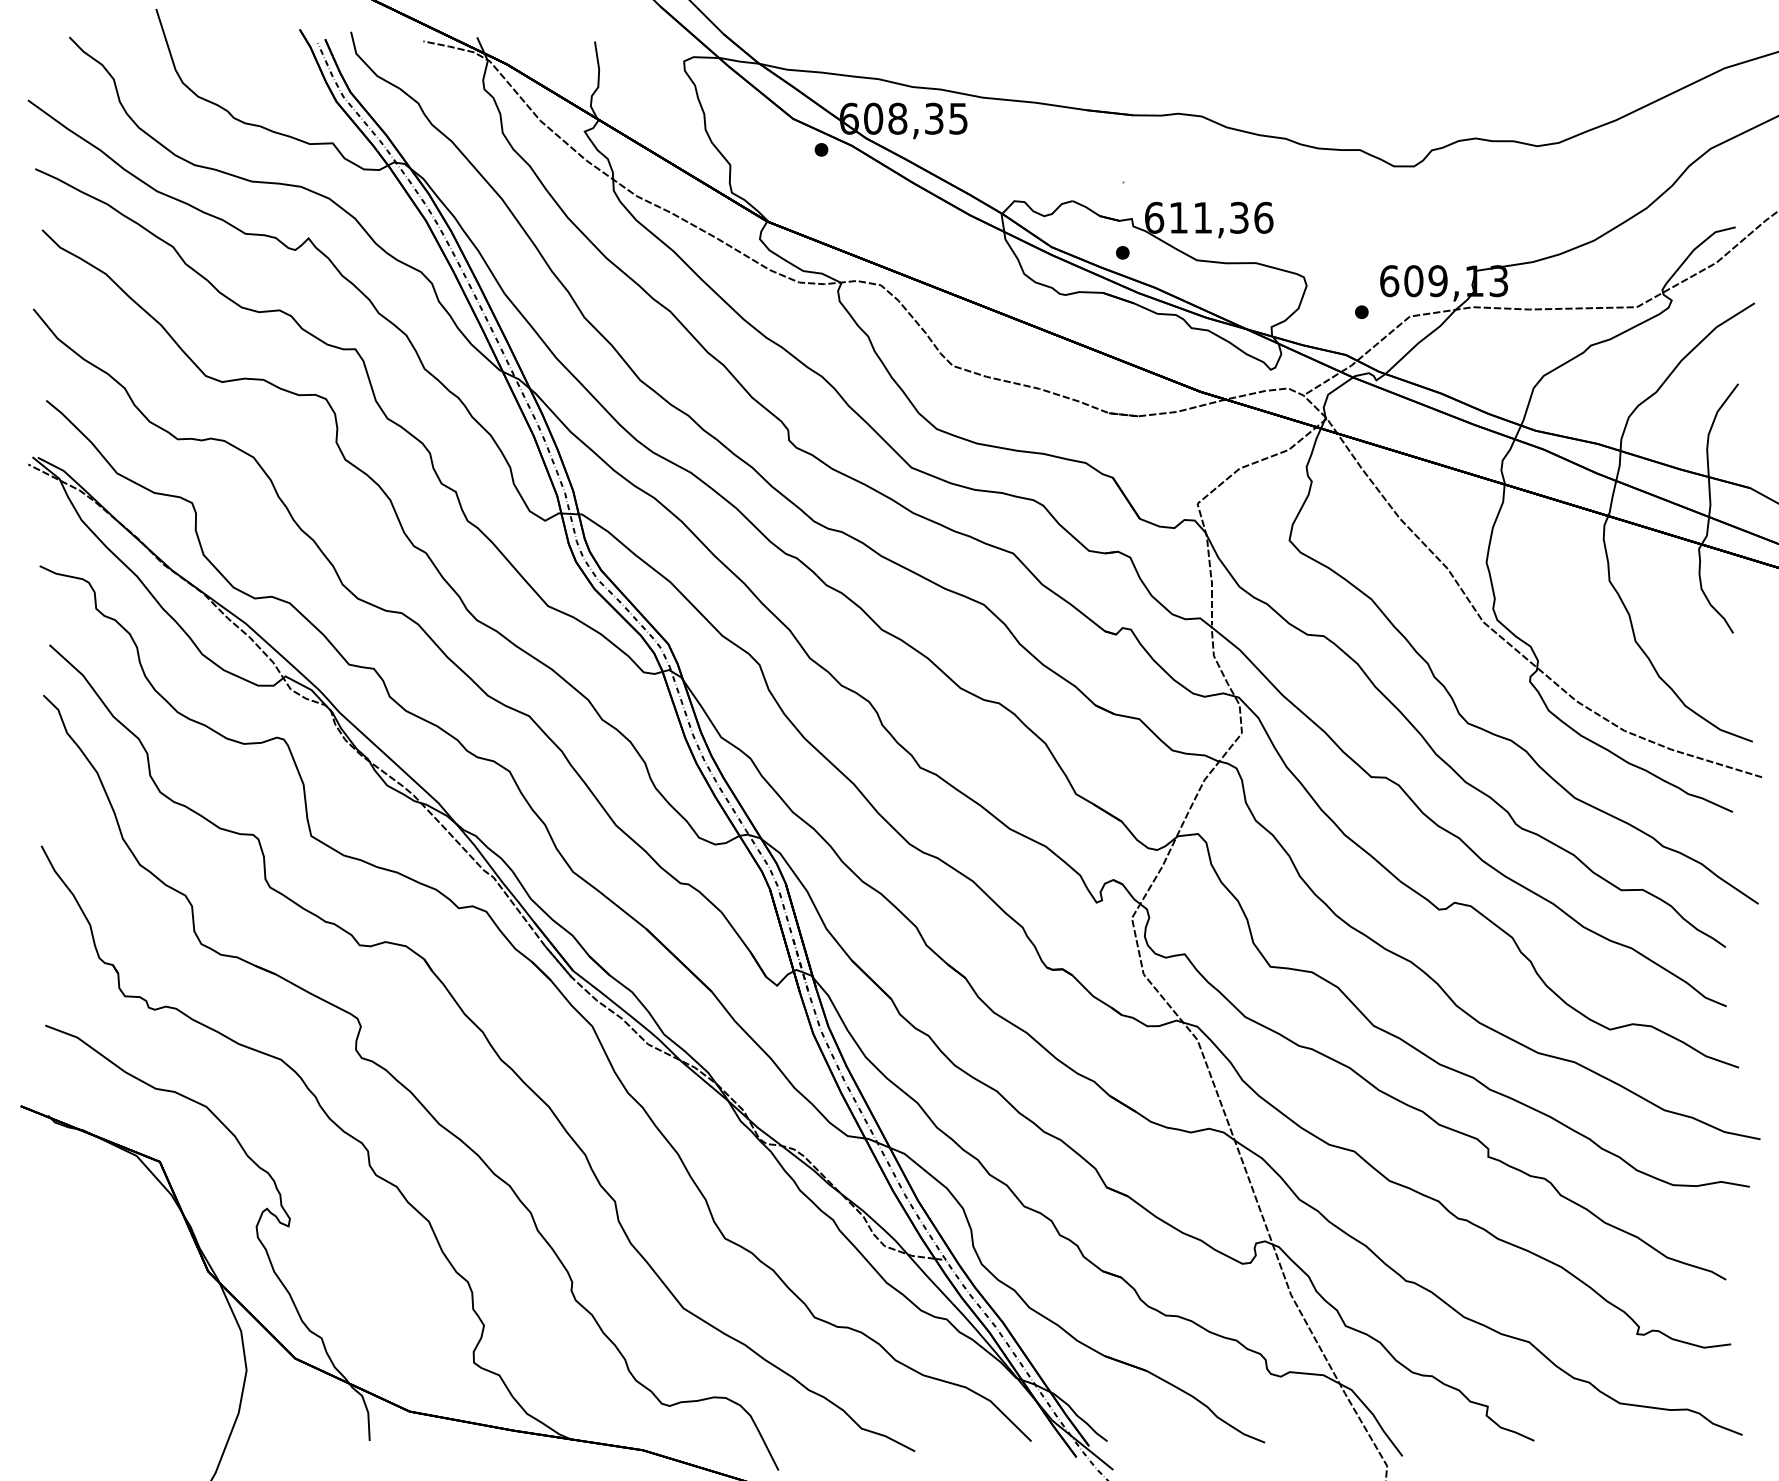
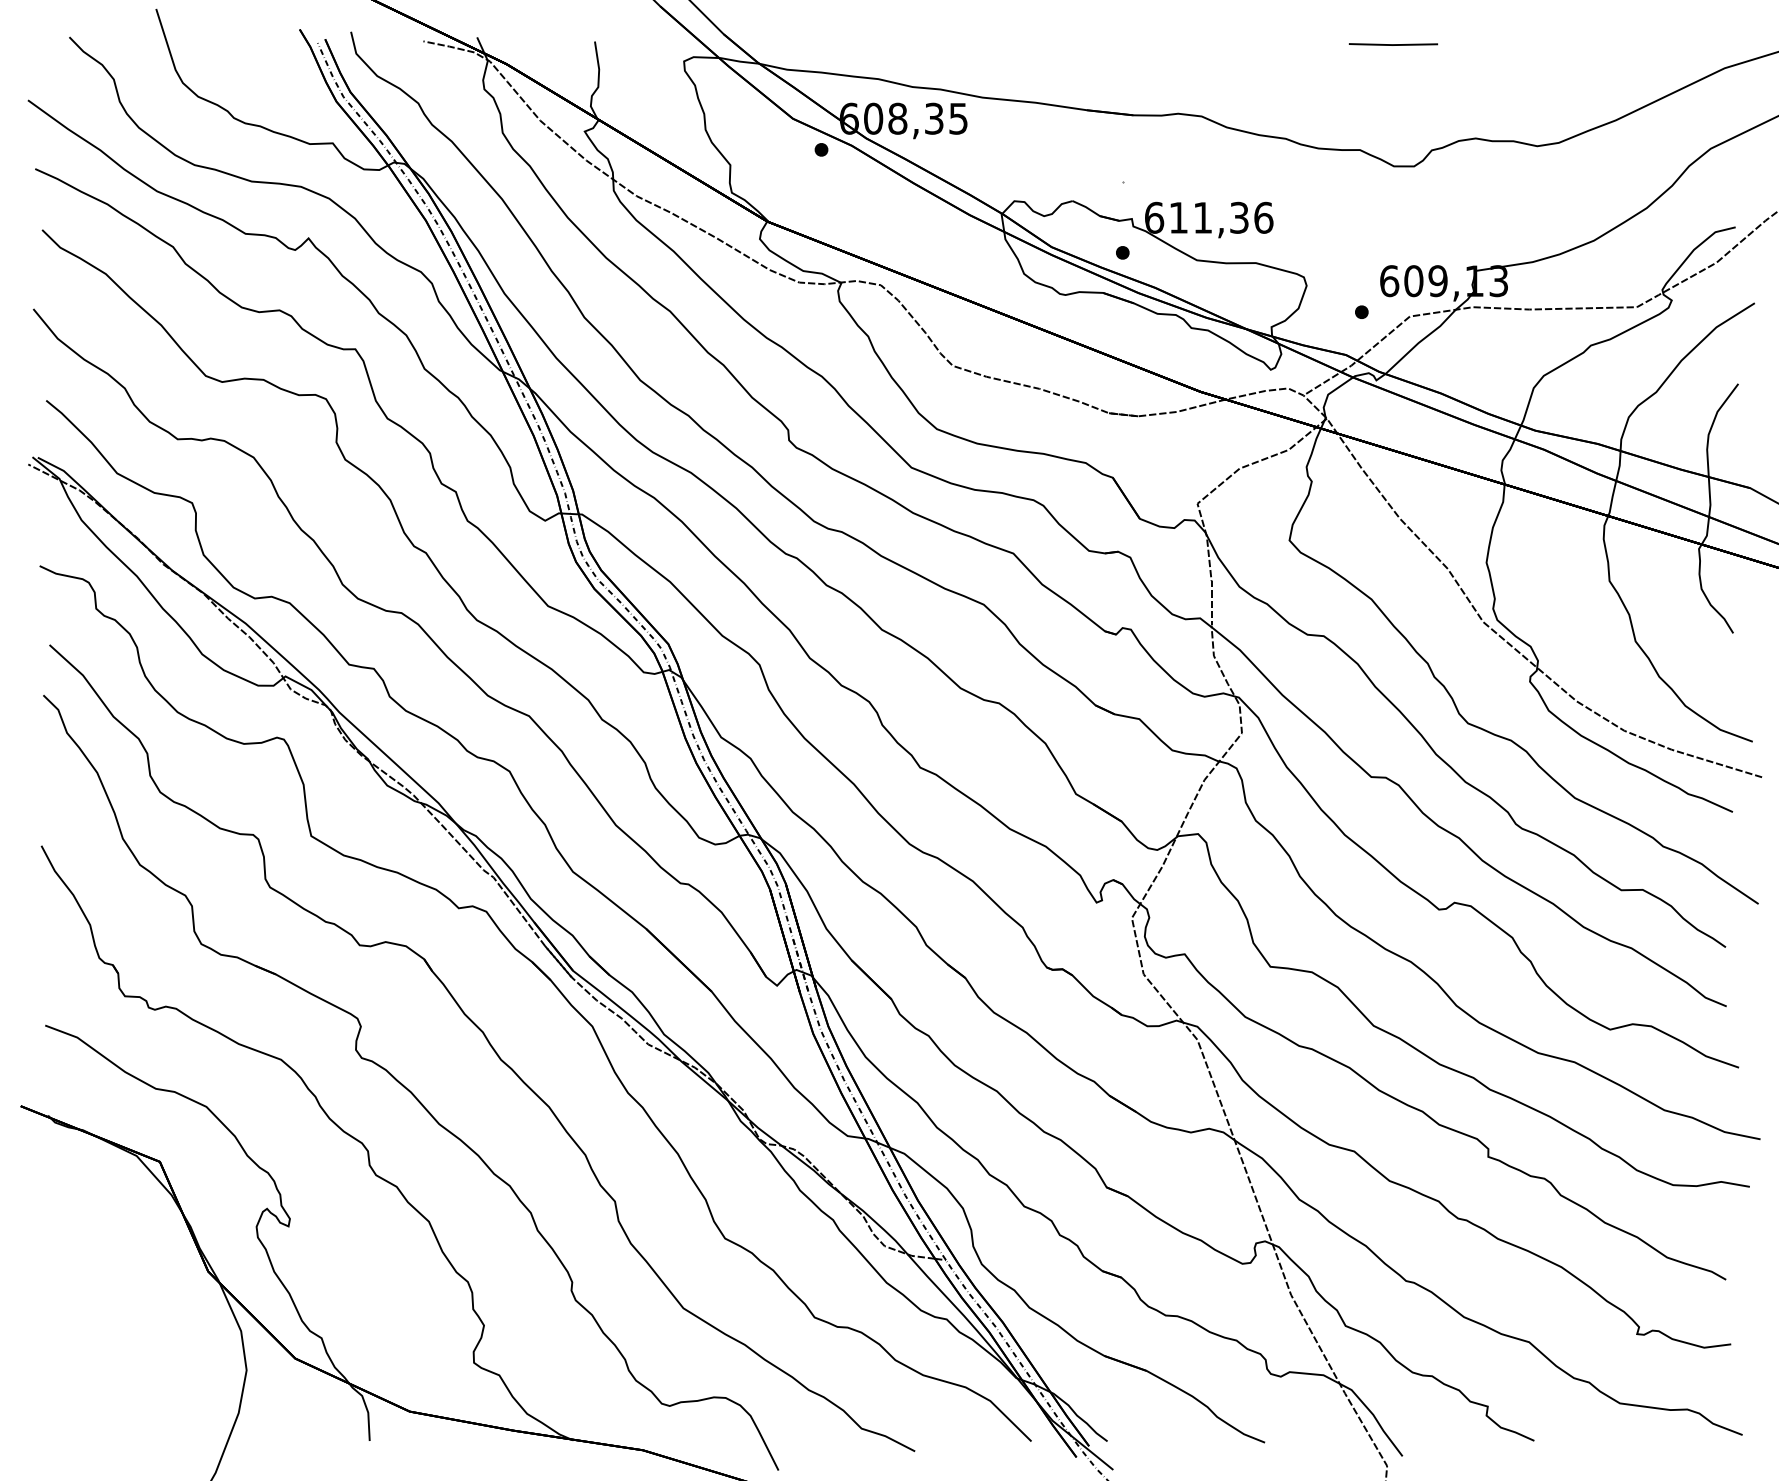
line at (1393, 44): none -> present
